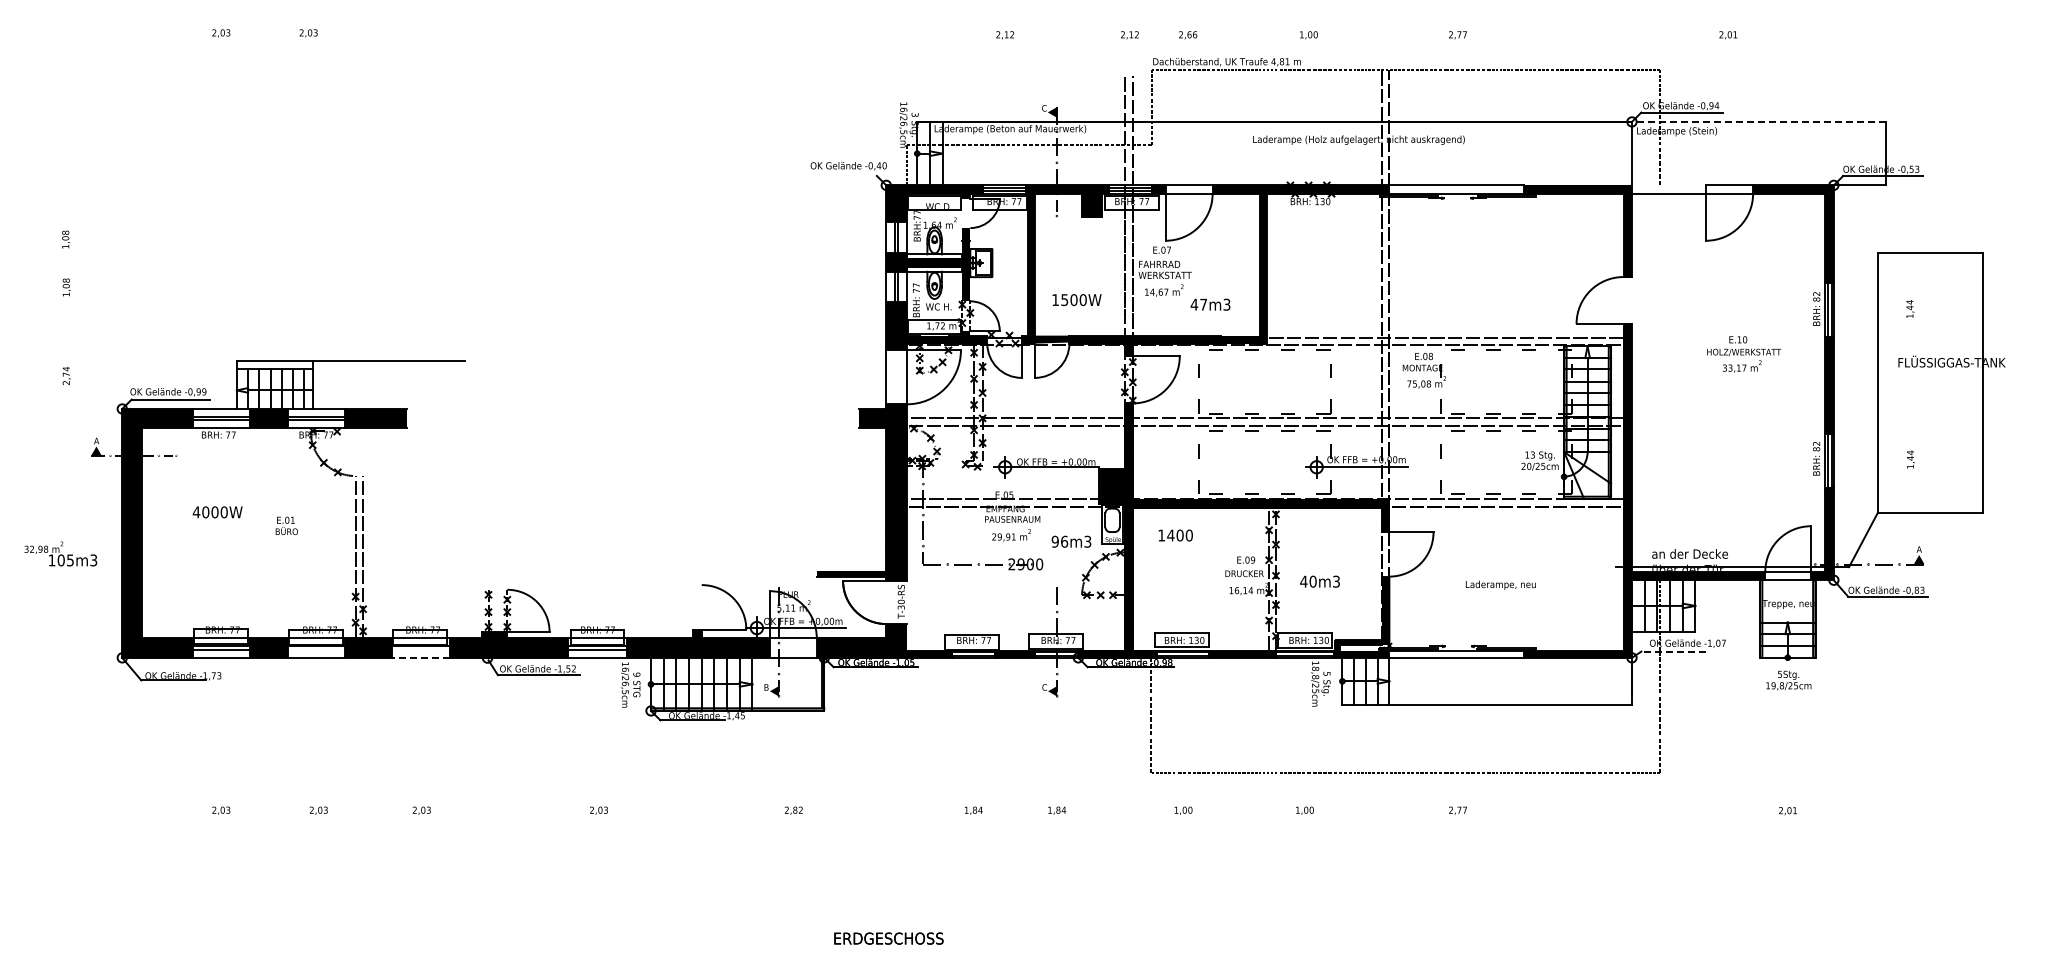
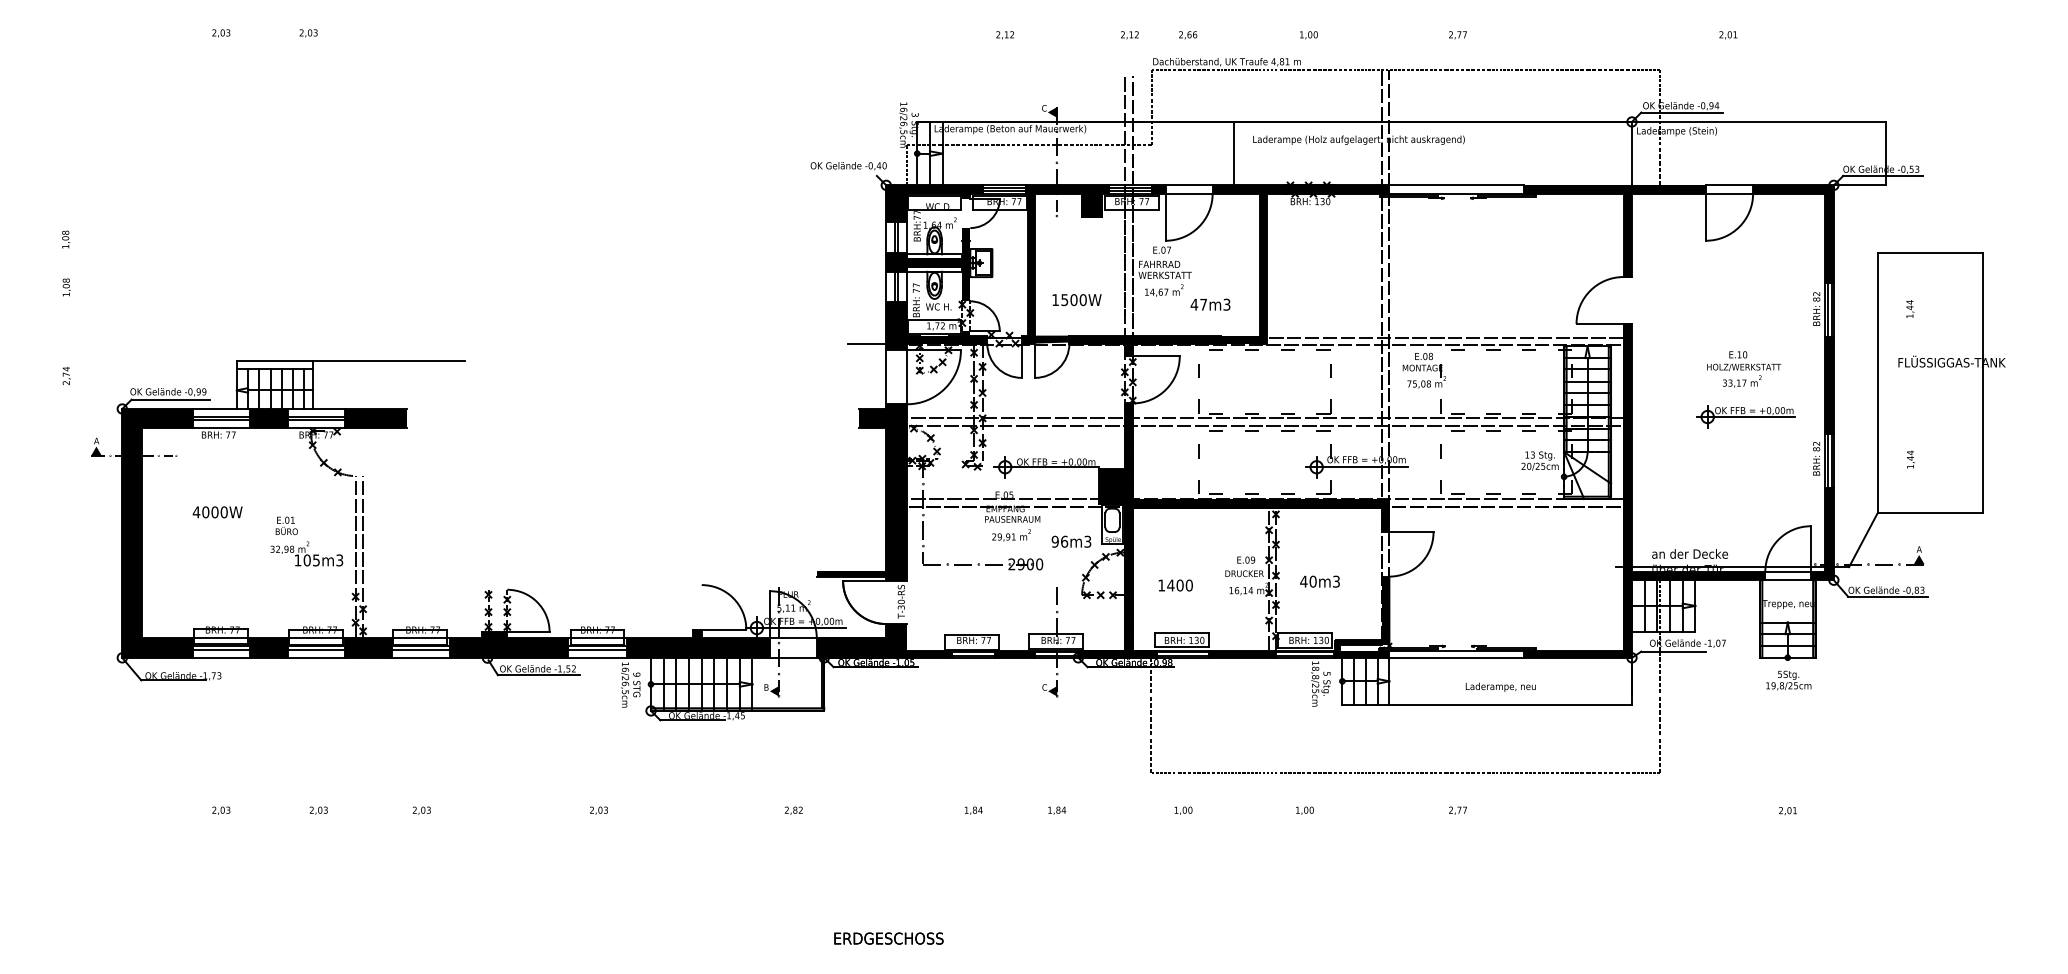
line at (1758, 121): dashed -> solid
line at (1233, 153): none -> present
fill at (1668, 189): none -> present
line at (867, 344): none -> present
text at (1744, 354) position: (1744, 354) -> (1744, 369)
part at (1745, 416): none -> present
text at (1175, 535) position: (1175, 535) -> (1175, 585)
text at (60, 553) position: (60, 553) -> (306, 553)
text at (1500, 584) position: (1500, 584) -> (1500, 686)
line at (316, 649): none -> present
line at (420, 649): none -> present
line at (1673, 651): dashed -> solid
line at (420, 657): dashed -> solid
